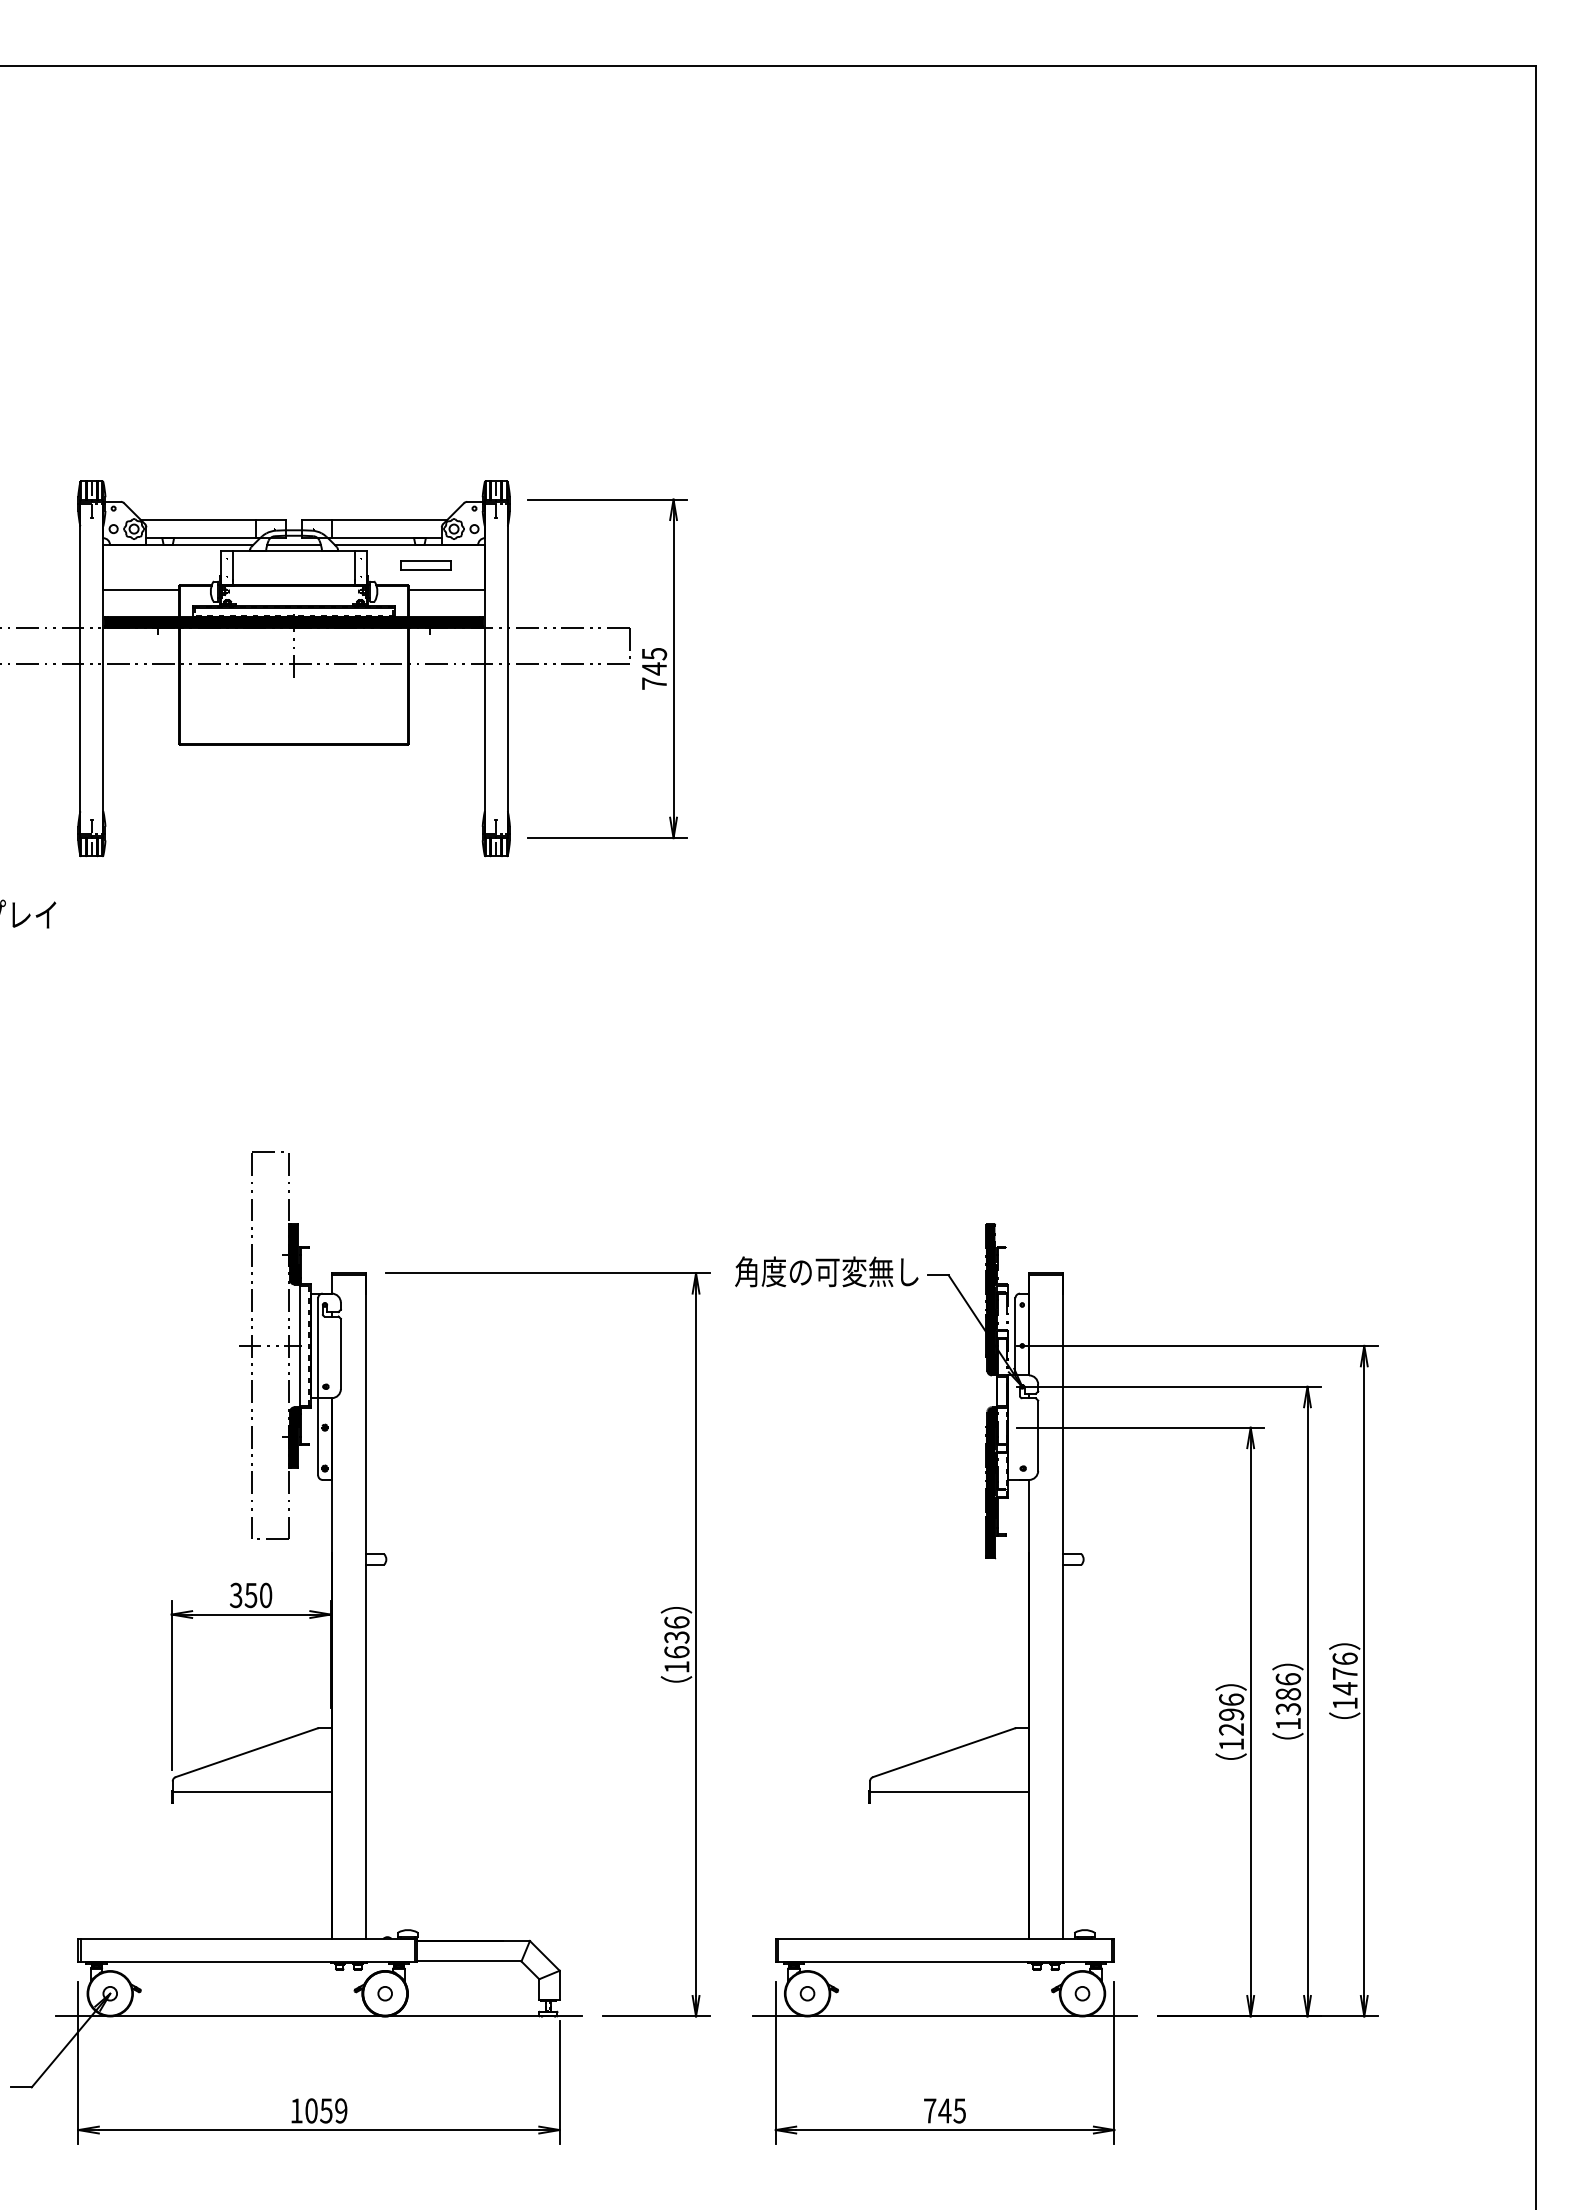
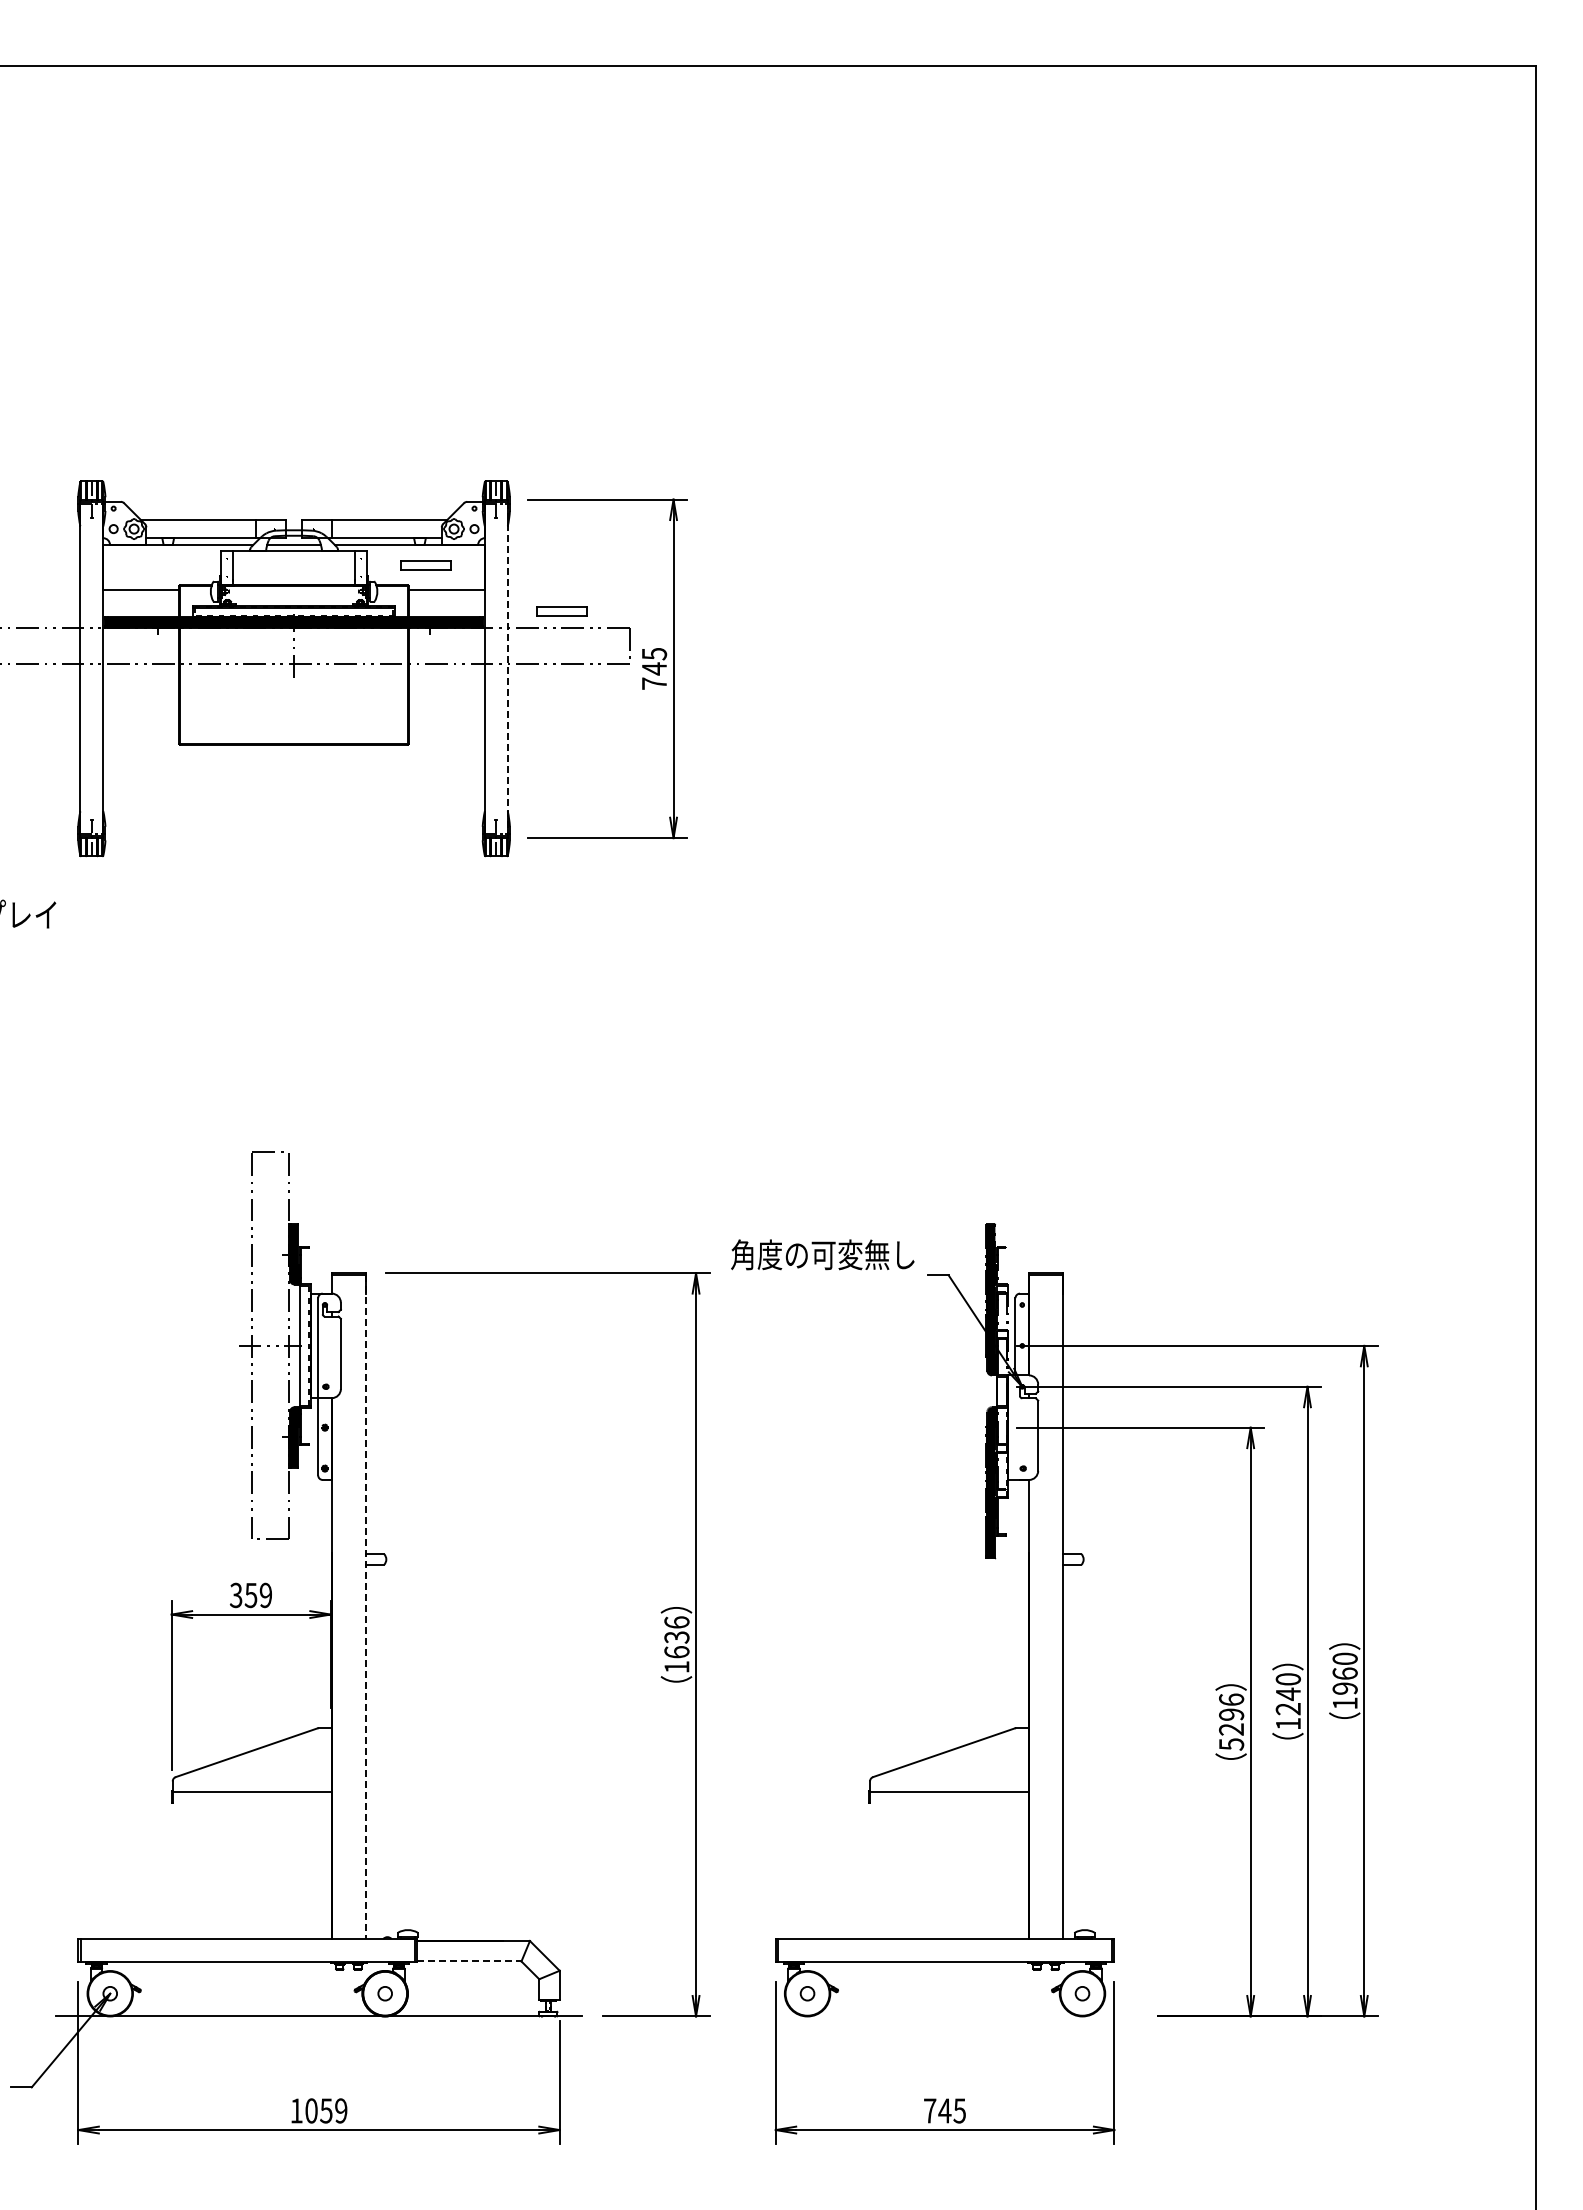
part at (561, 611): none -> present
line at (507, 669): solid -> dashed
text at (826, 1271) position: (826, 1271) -> (822, 1254)
text at (265, 1595): 350 -> 359
line at (365, 1607): solid -> dashed
text at (1344, 1673): 1476 -> 1960
text at (1288, 1694): 1386 -> 1240
text at (1231, 1744): 1296 -> 5296
line at (469, 1961): solid -> dashed
line at (945, 2016): present -> none
